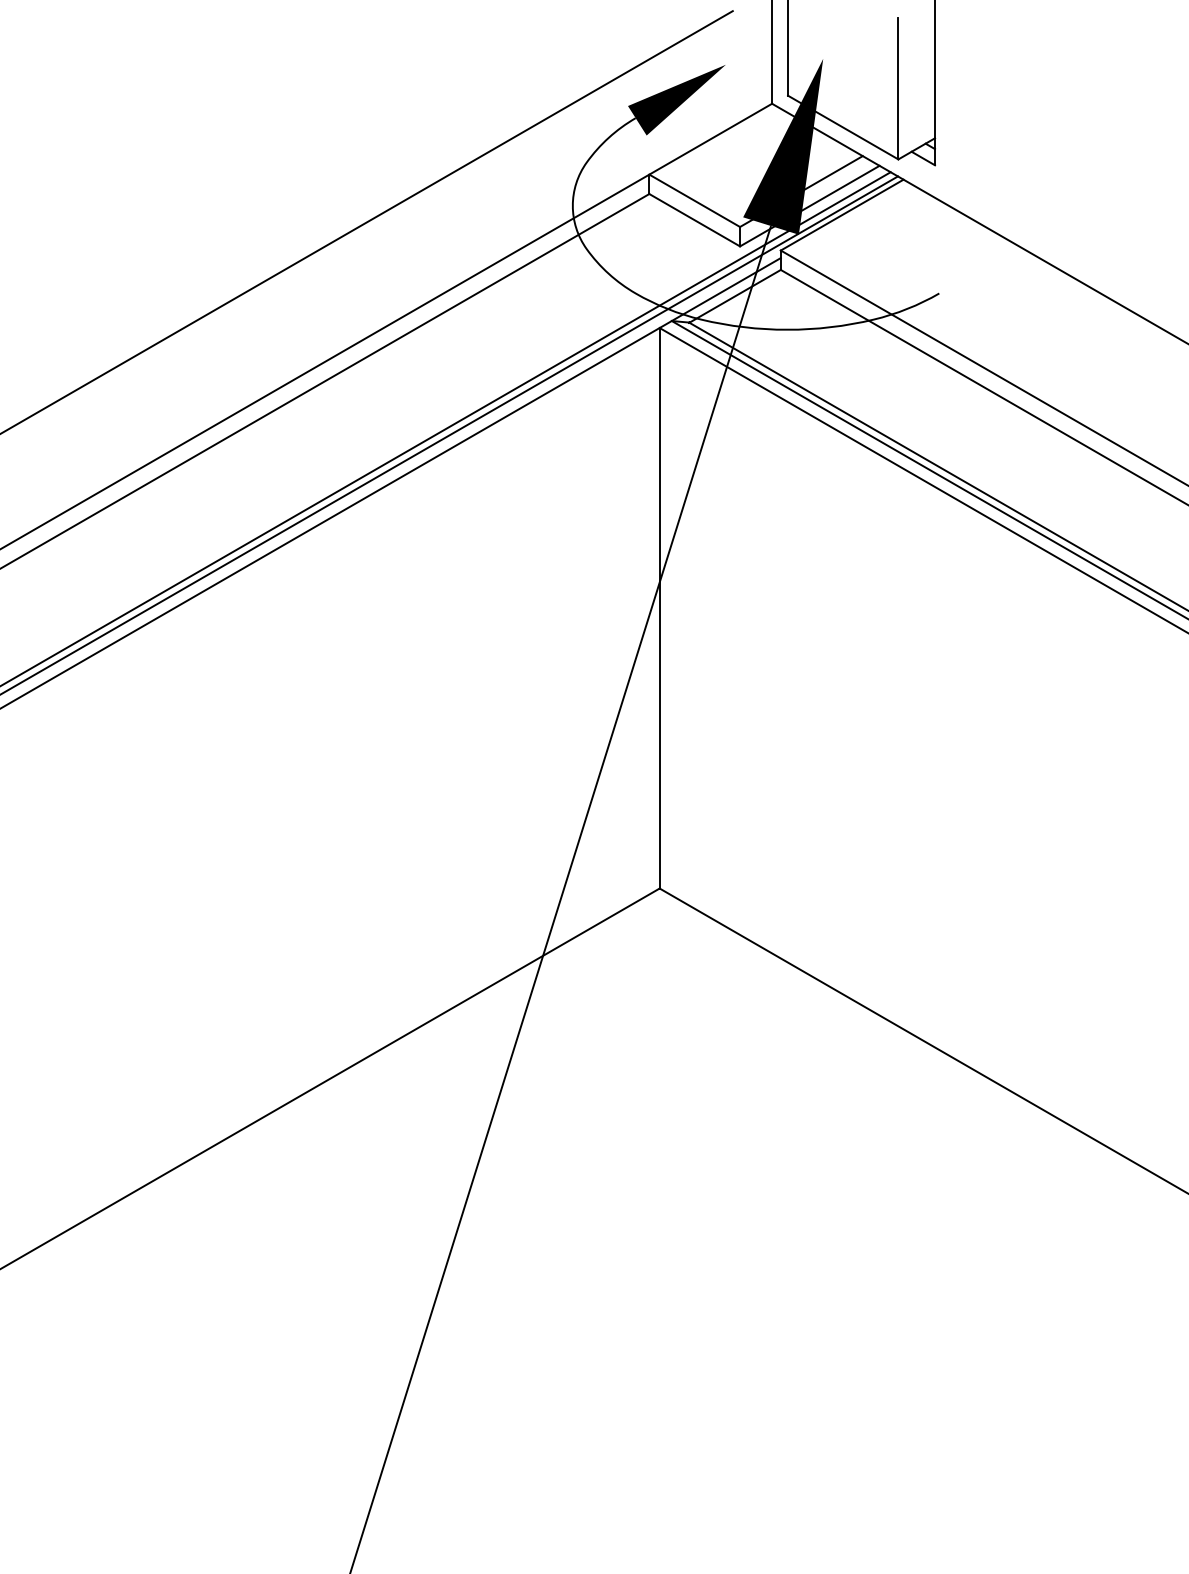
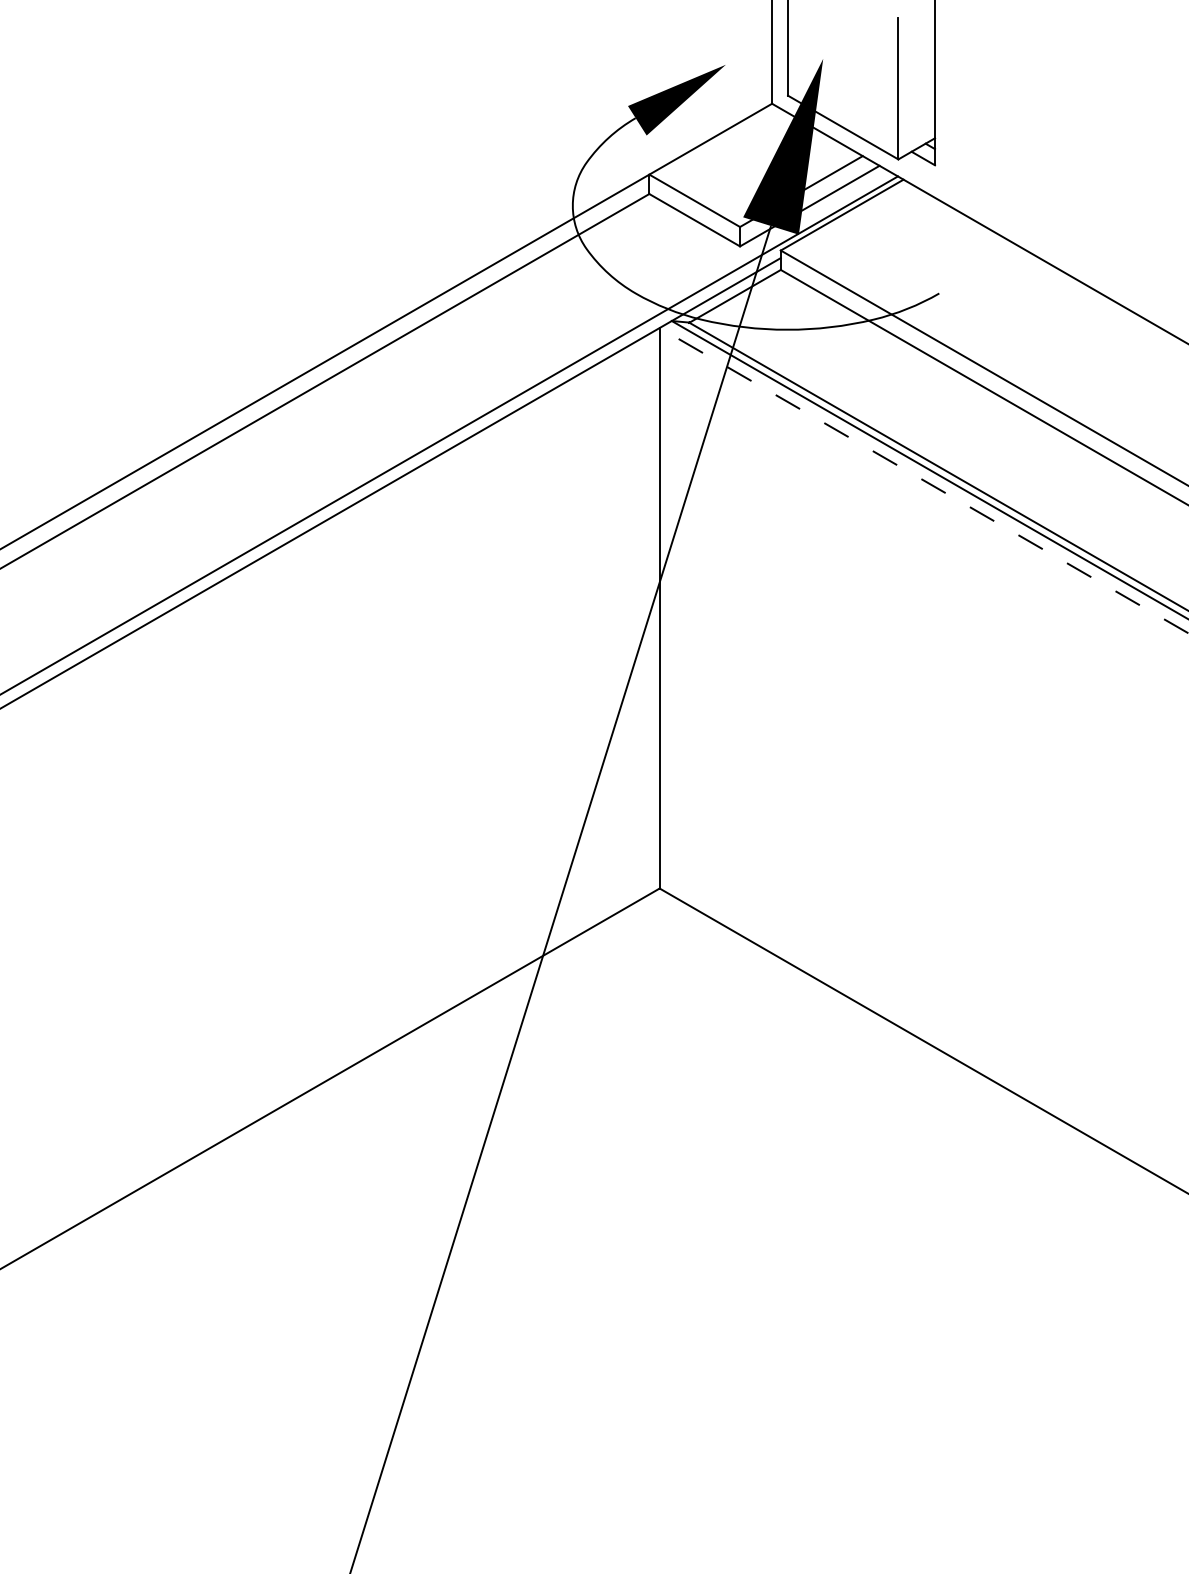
line at (367, 221): present -> none
line at (446, 428): present -> none
line at (923, 480): solid -> dashed
